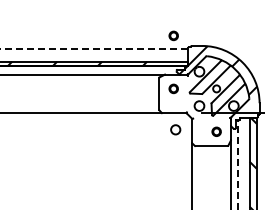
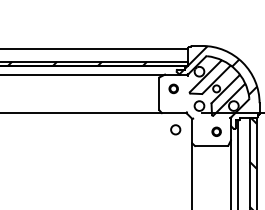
part at (173, 35): present -> none
line at (94, 48): dashed -> solid
line at (238, 164): dashed -> solid
